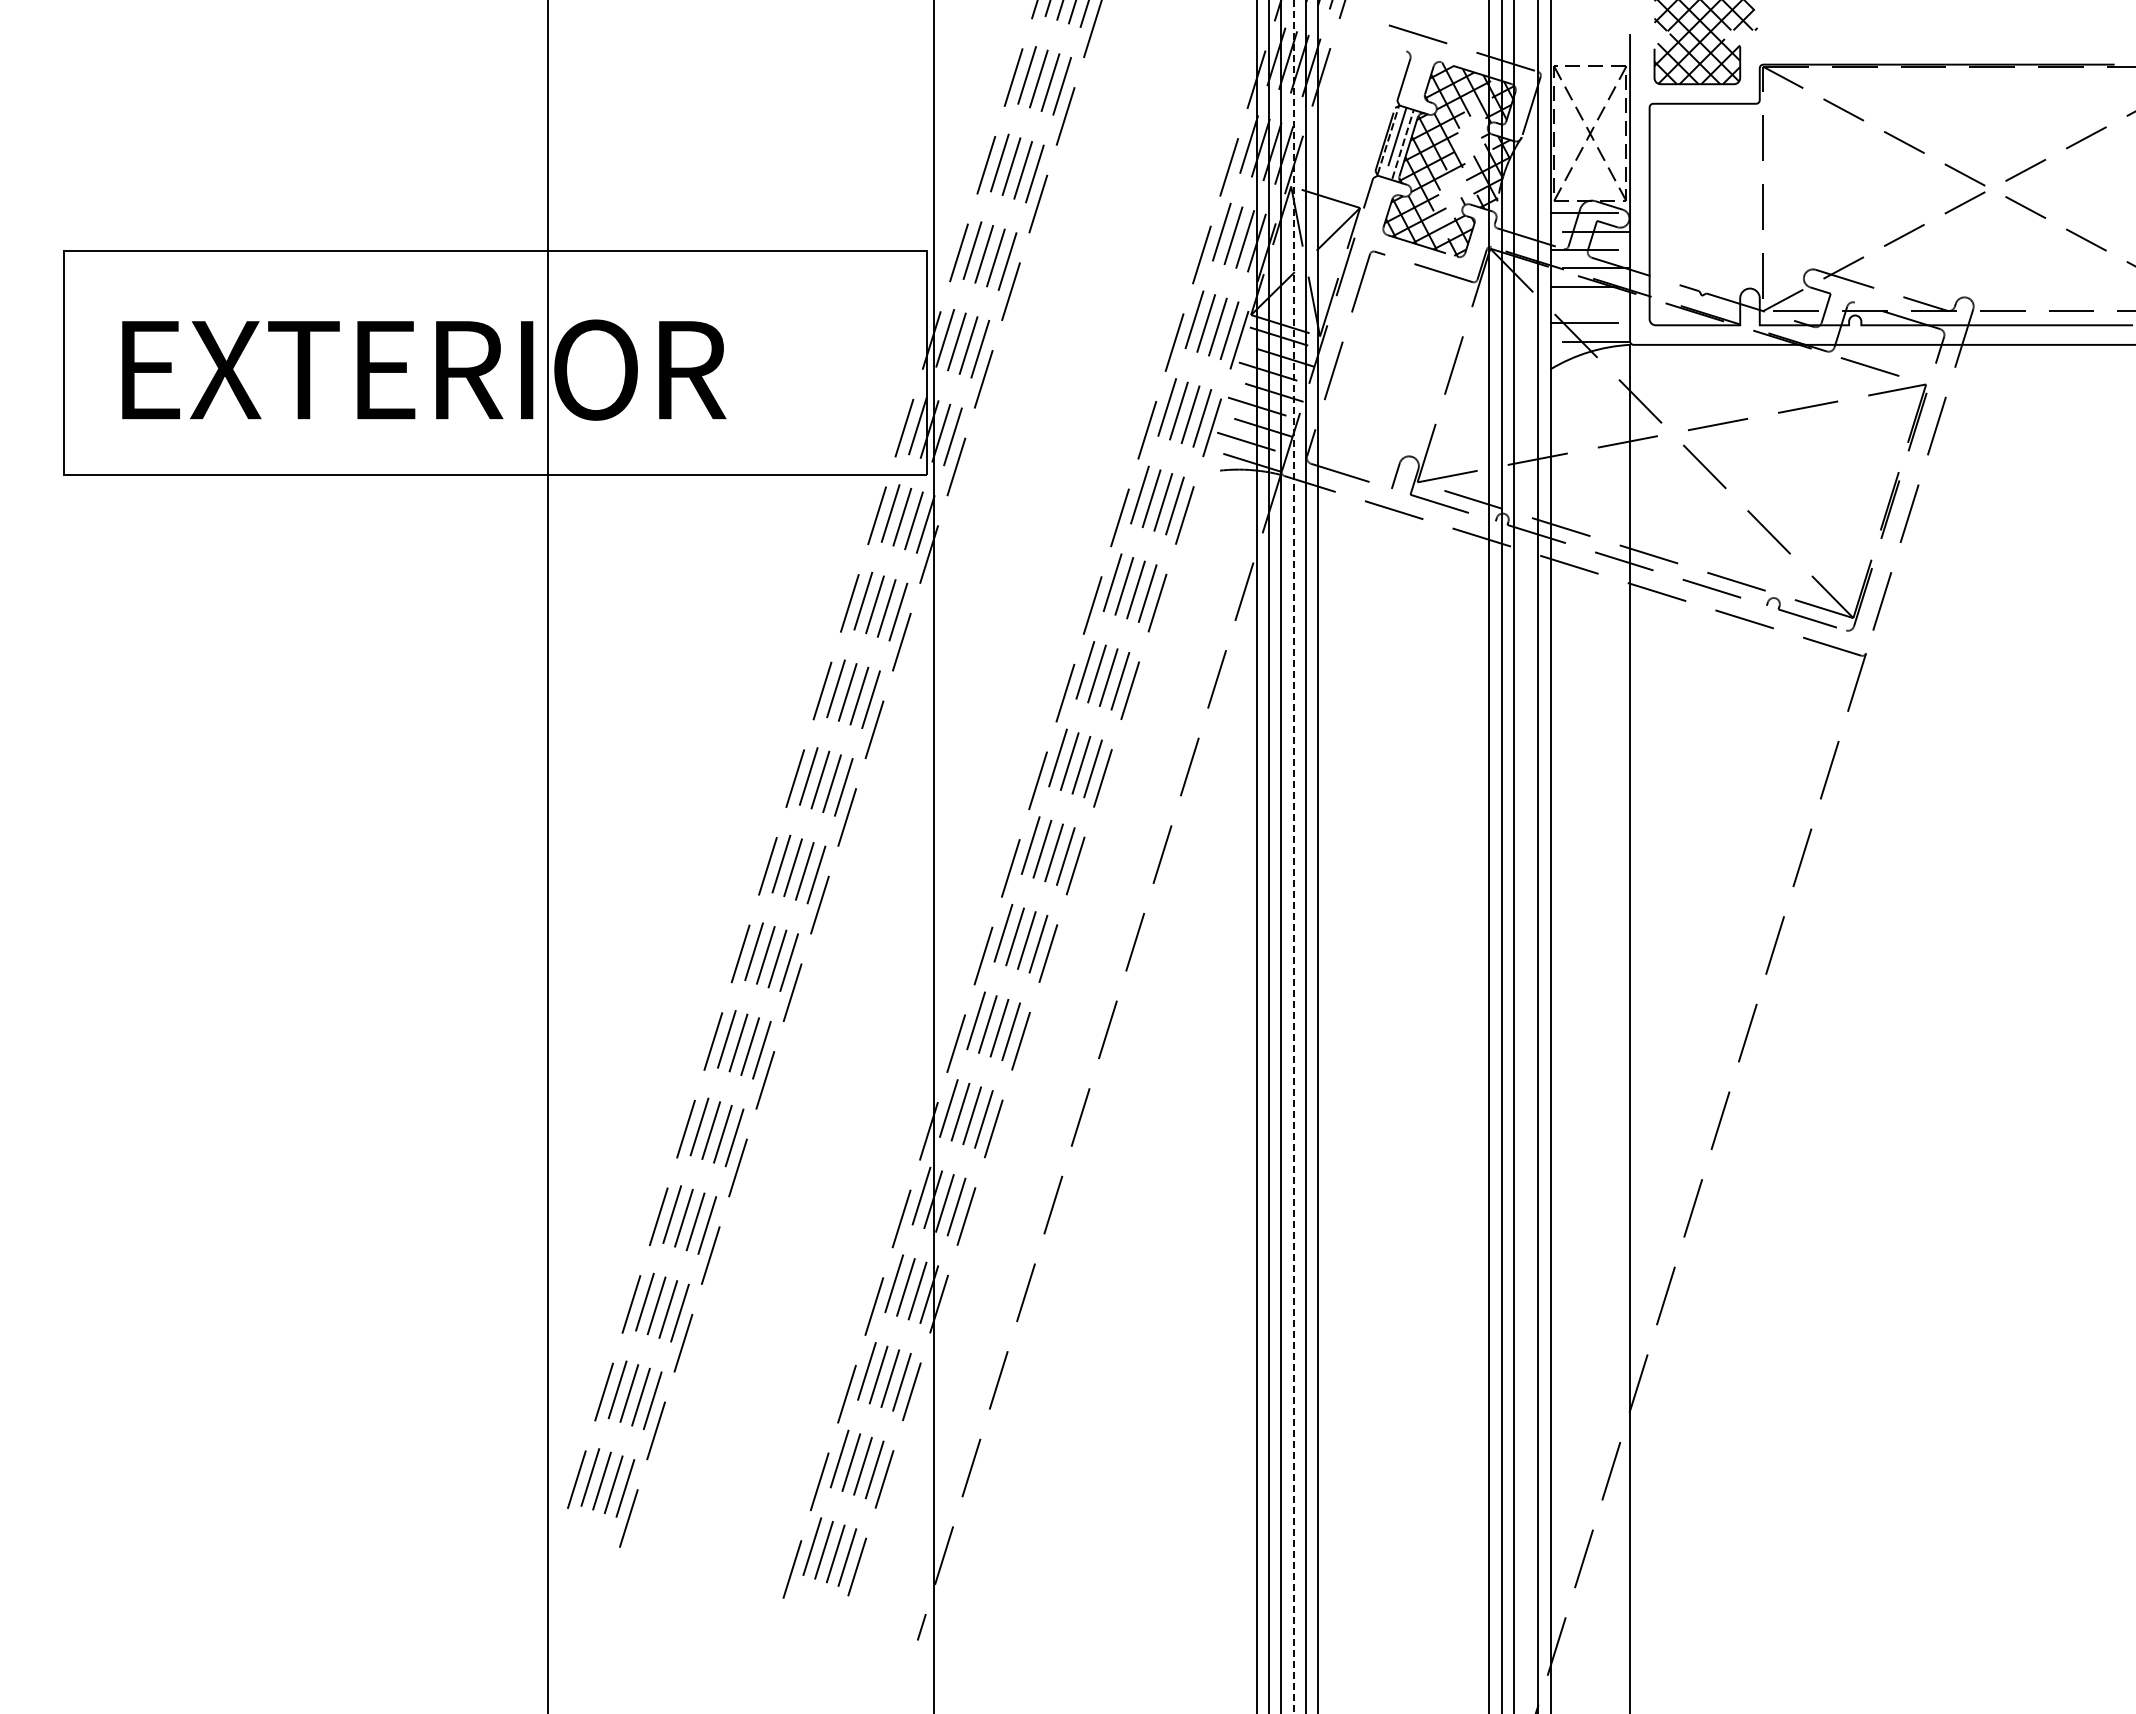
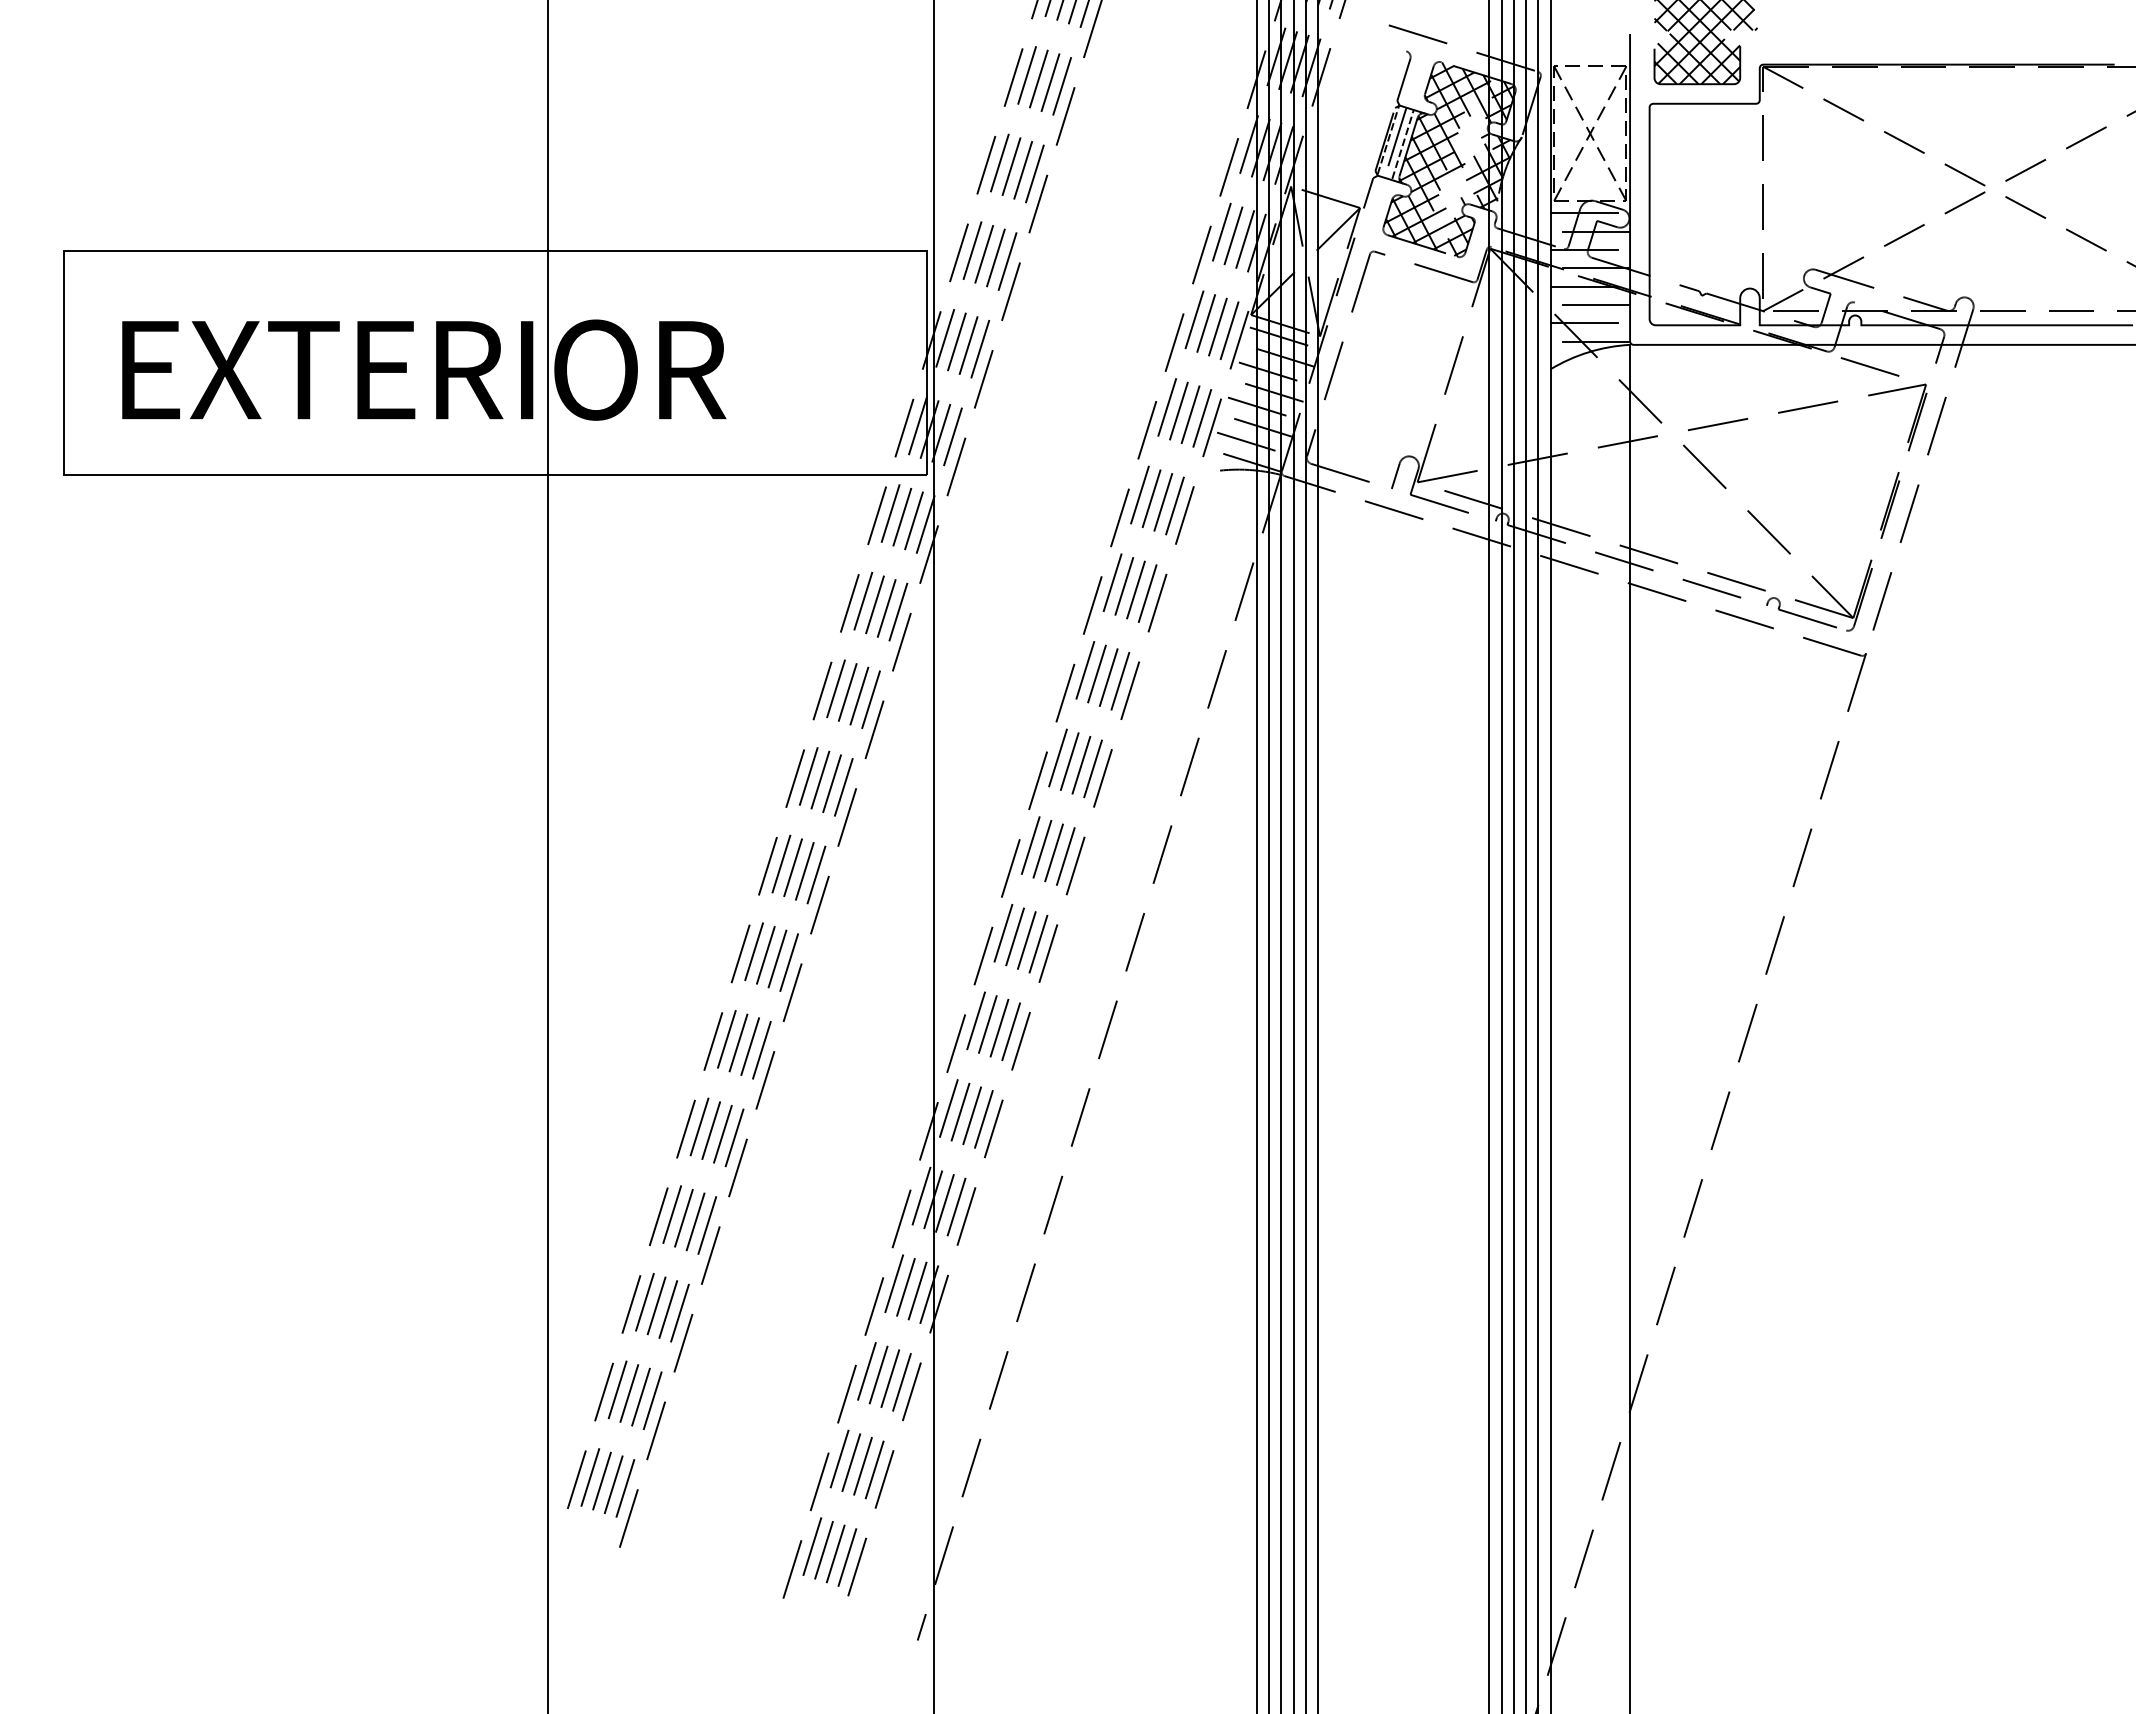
line at (1596, 305): none -> present
line at (1526, 856): none -> present
line at (1293, 857): dashed -> solid
